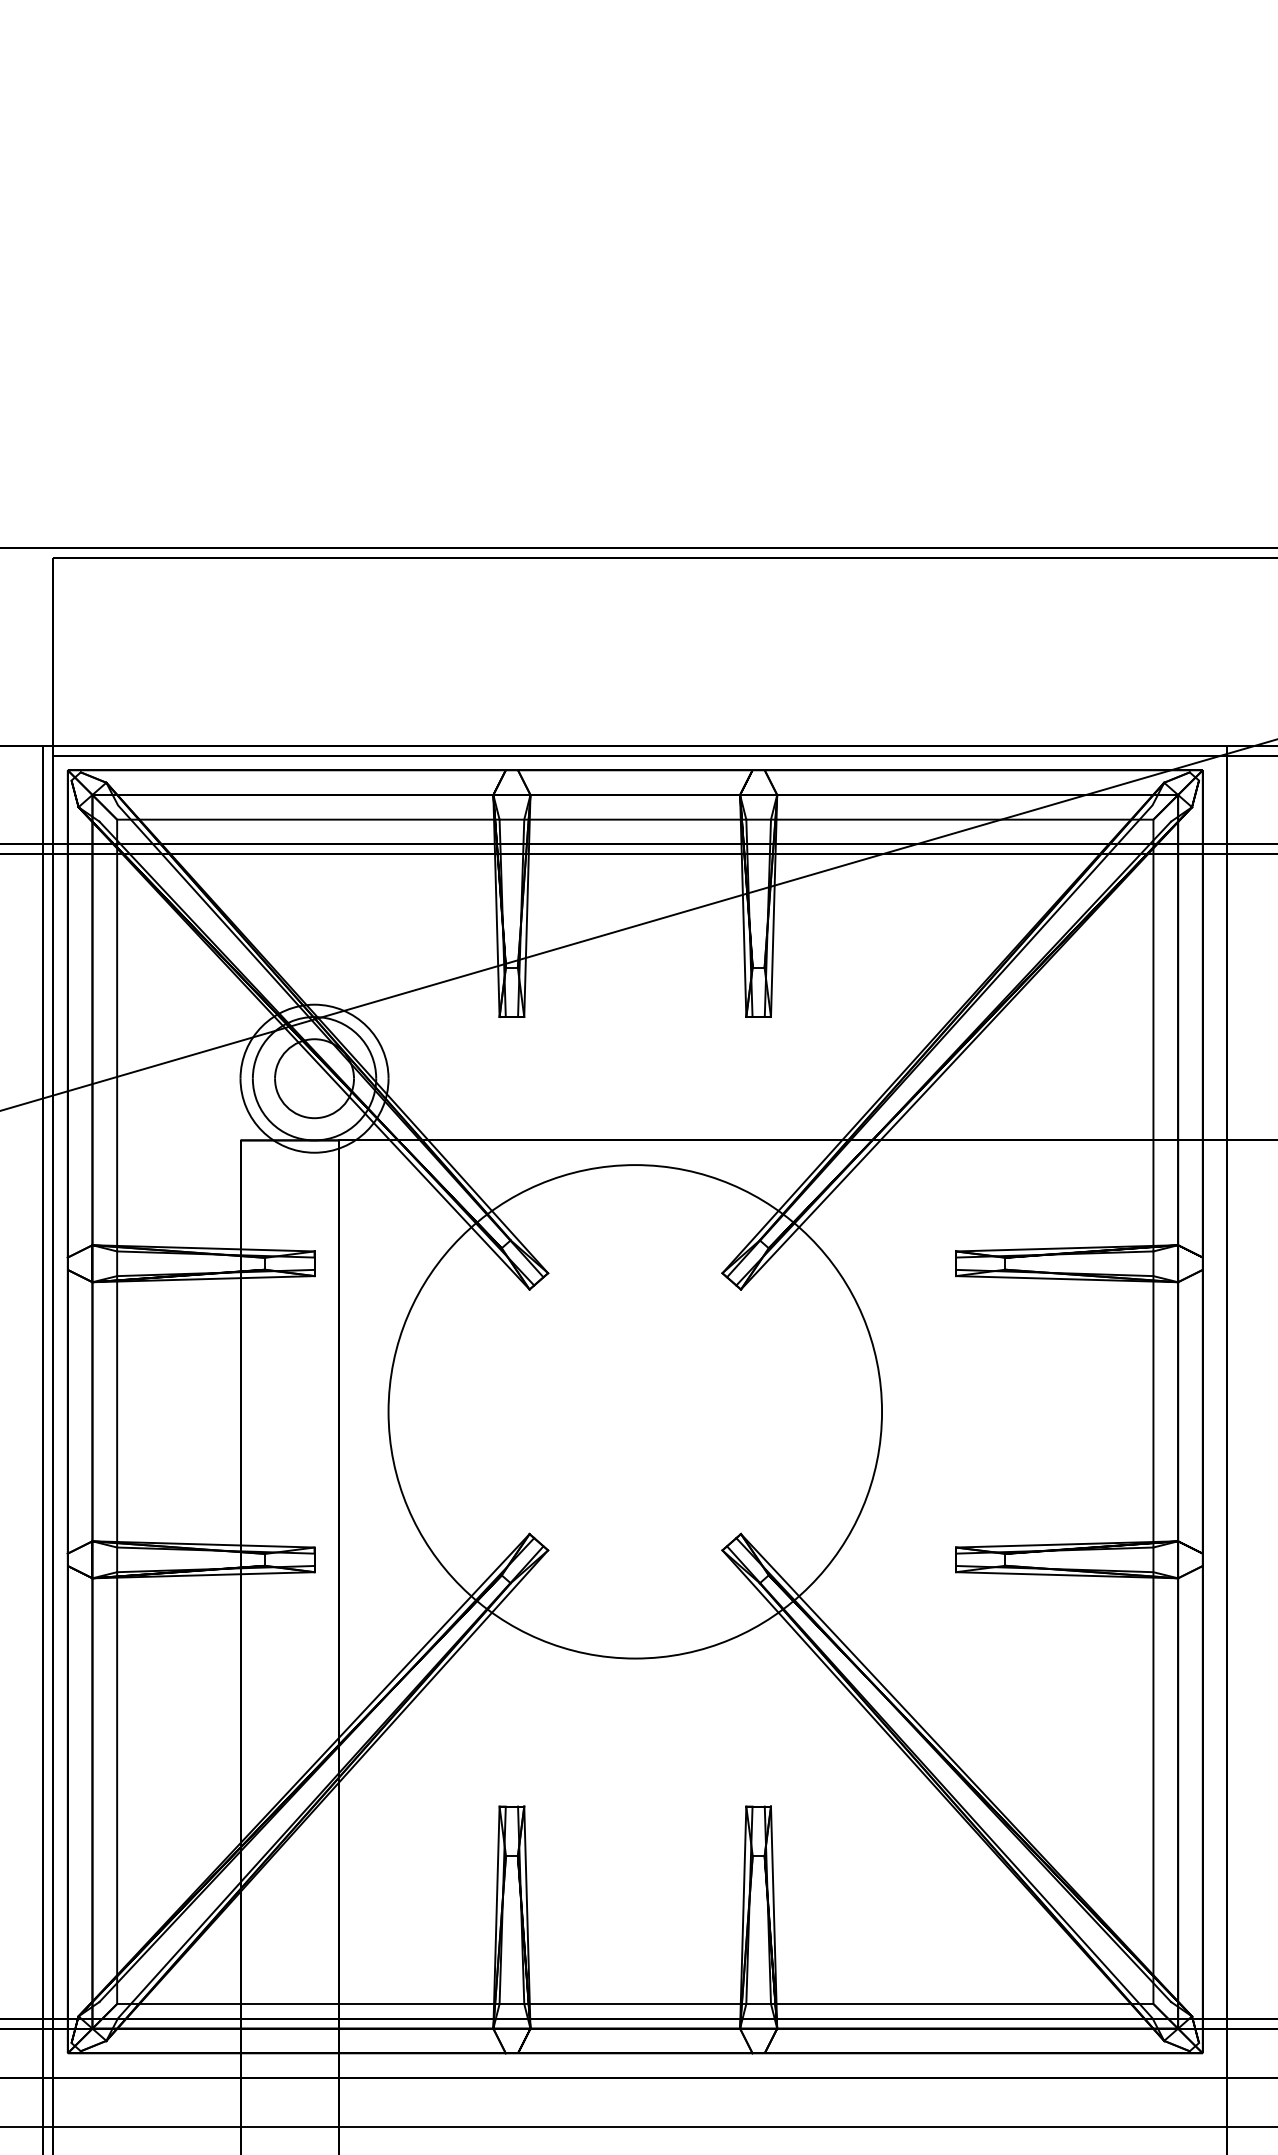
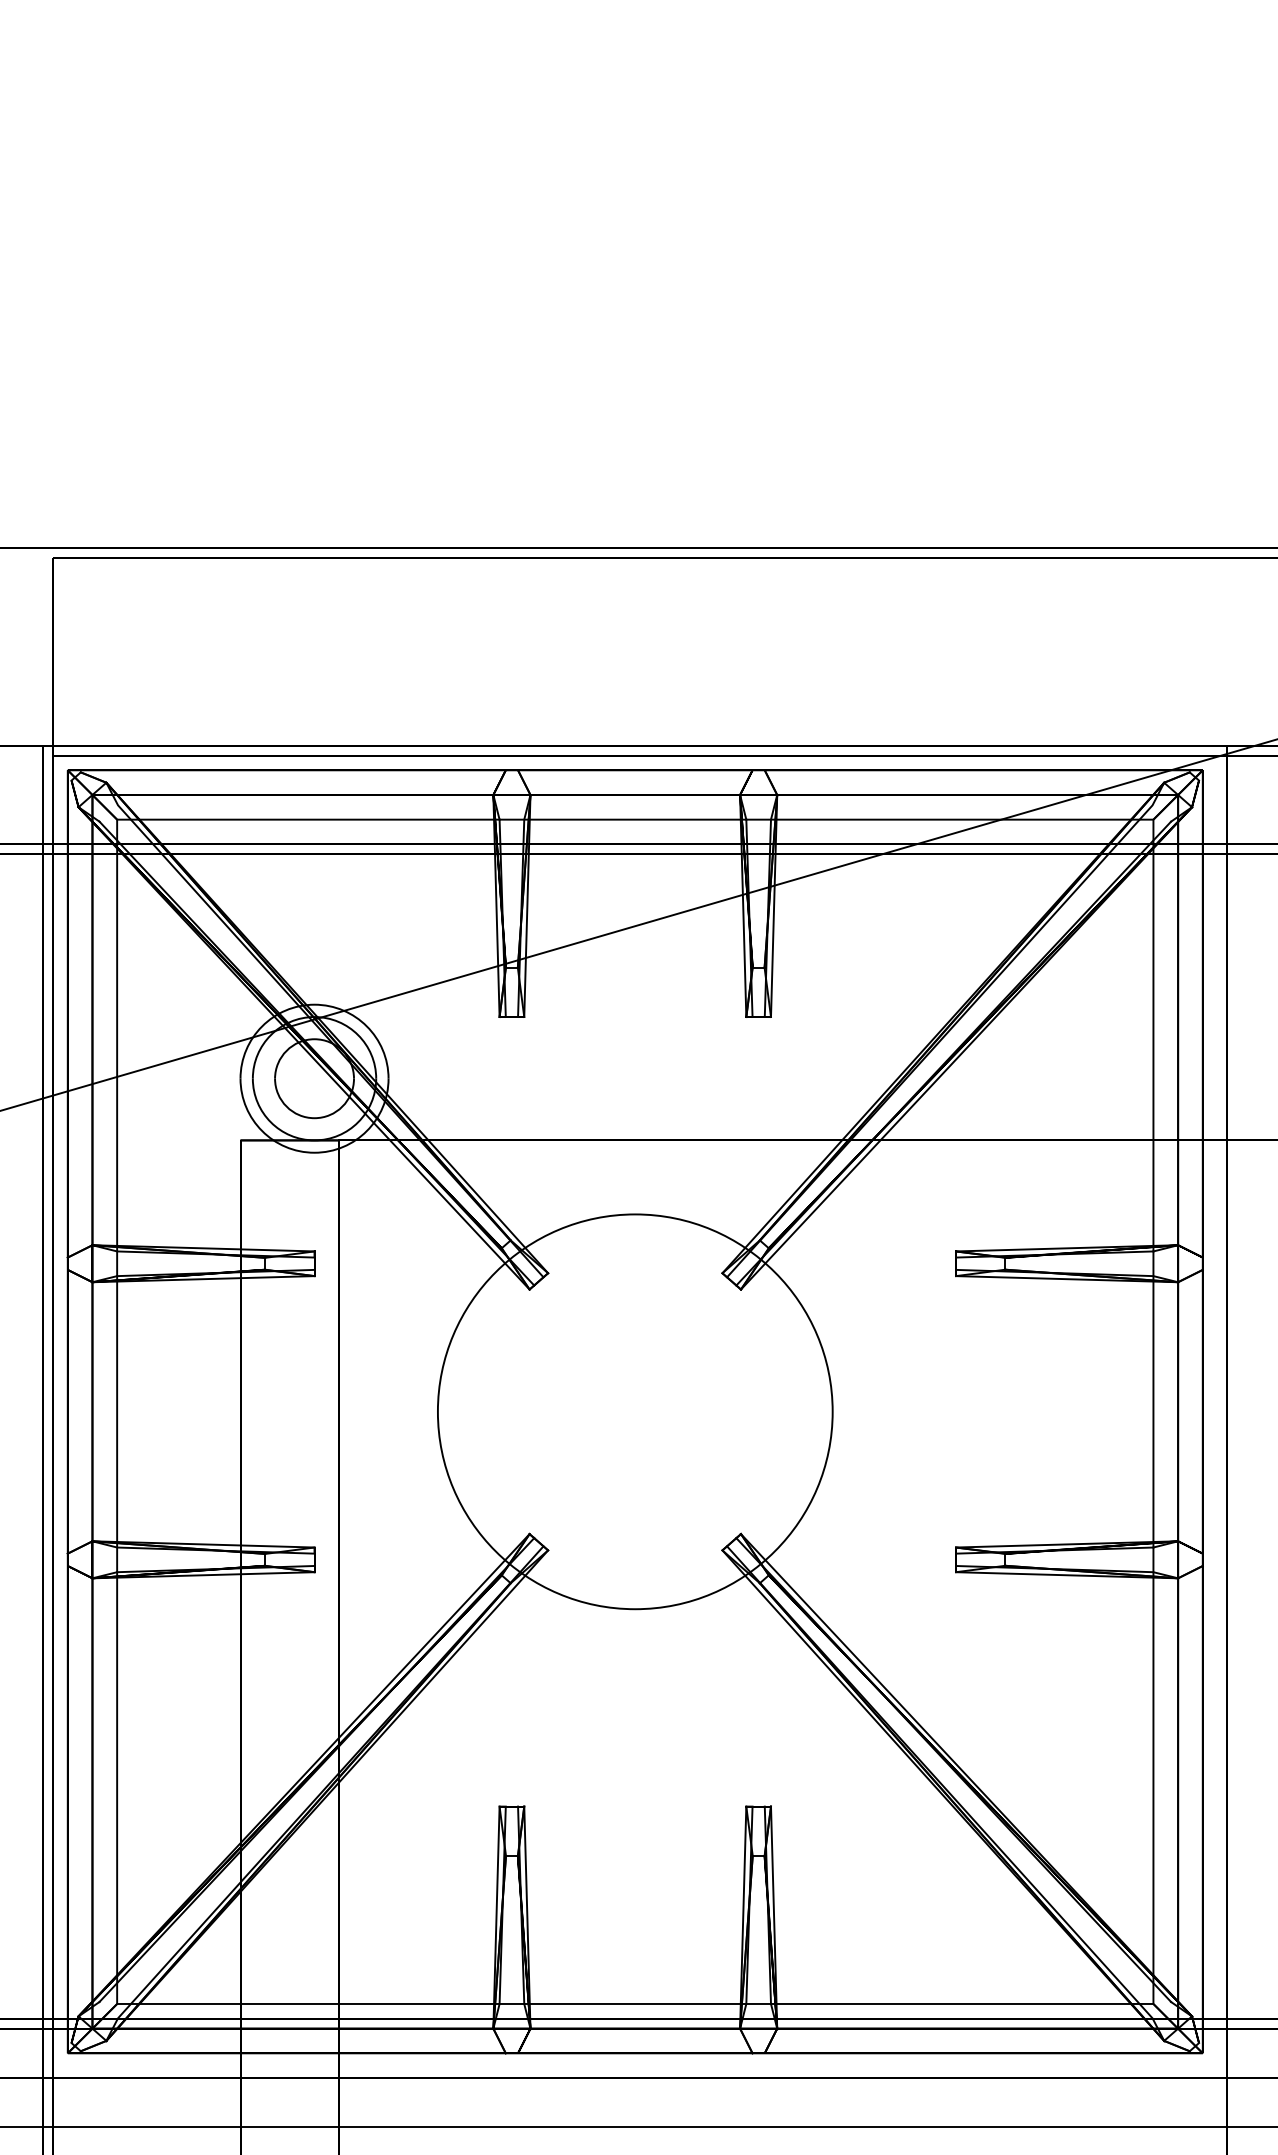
circle at (635, 1411) diameter: 493 px -> 395 px
